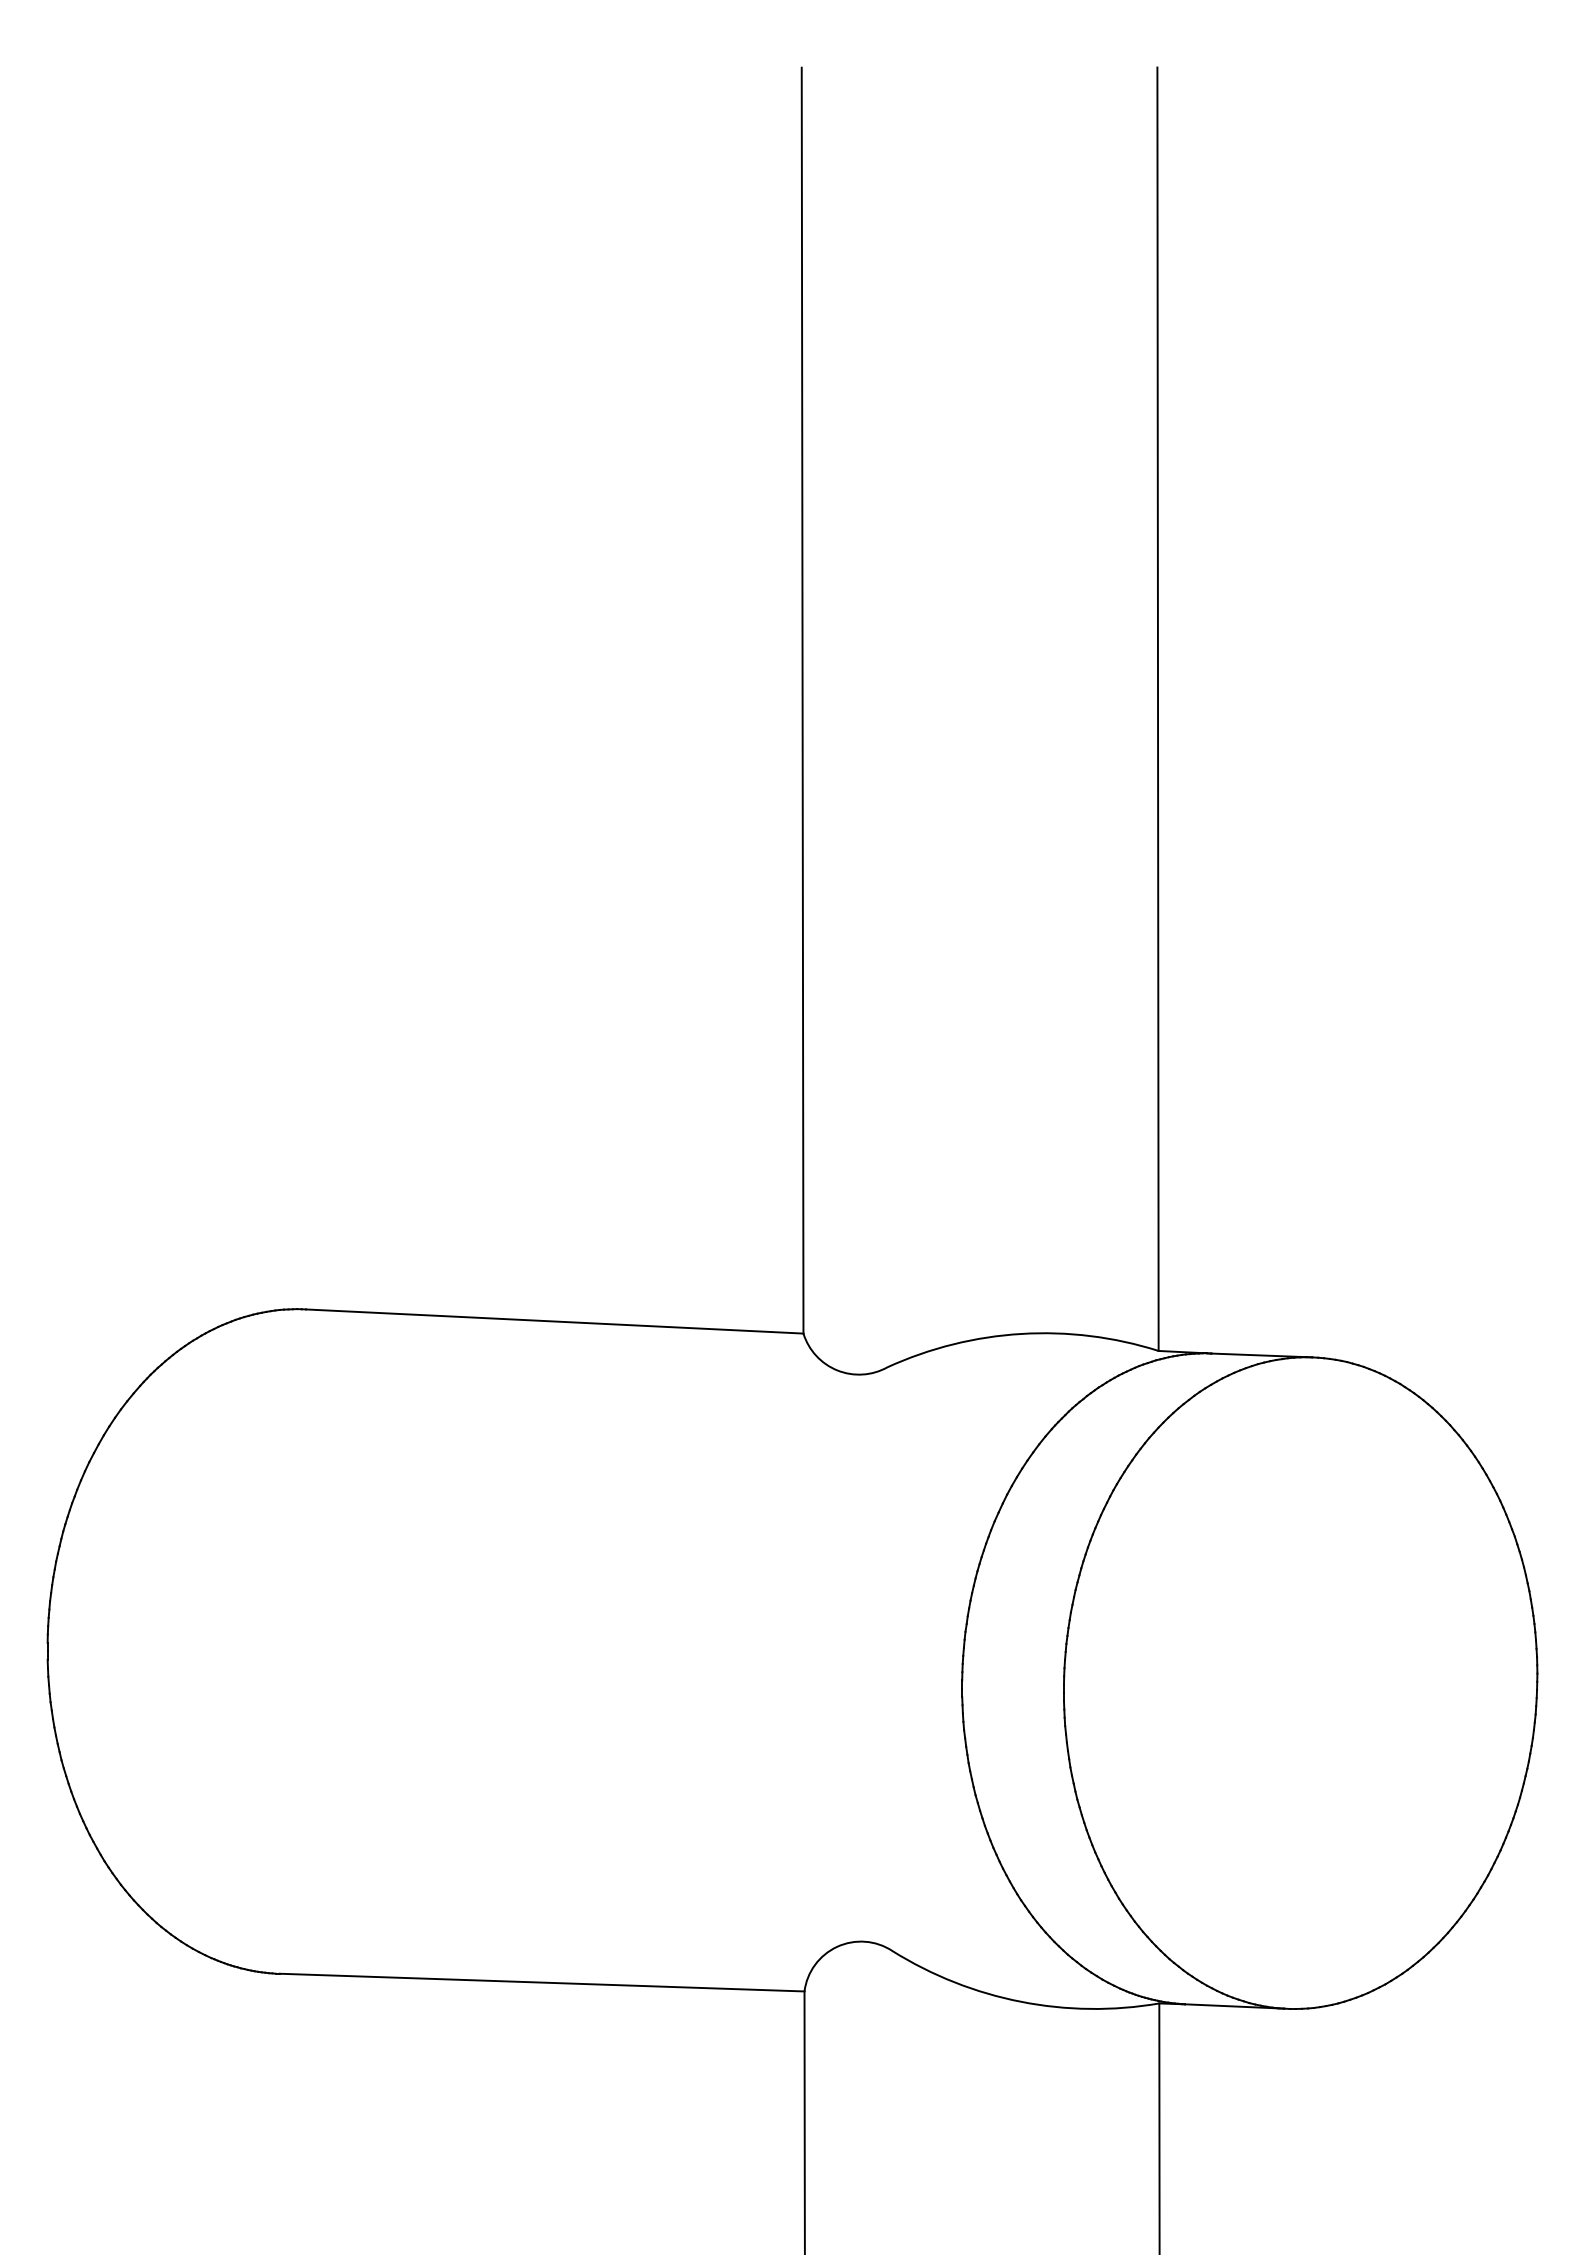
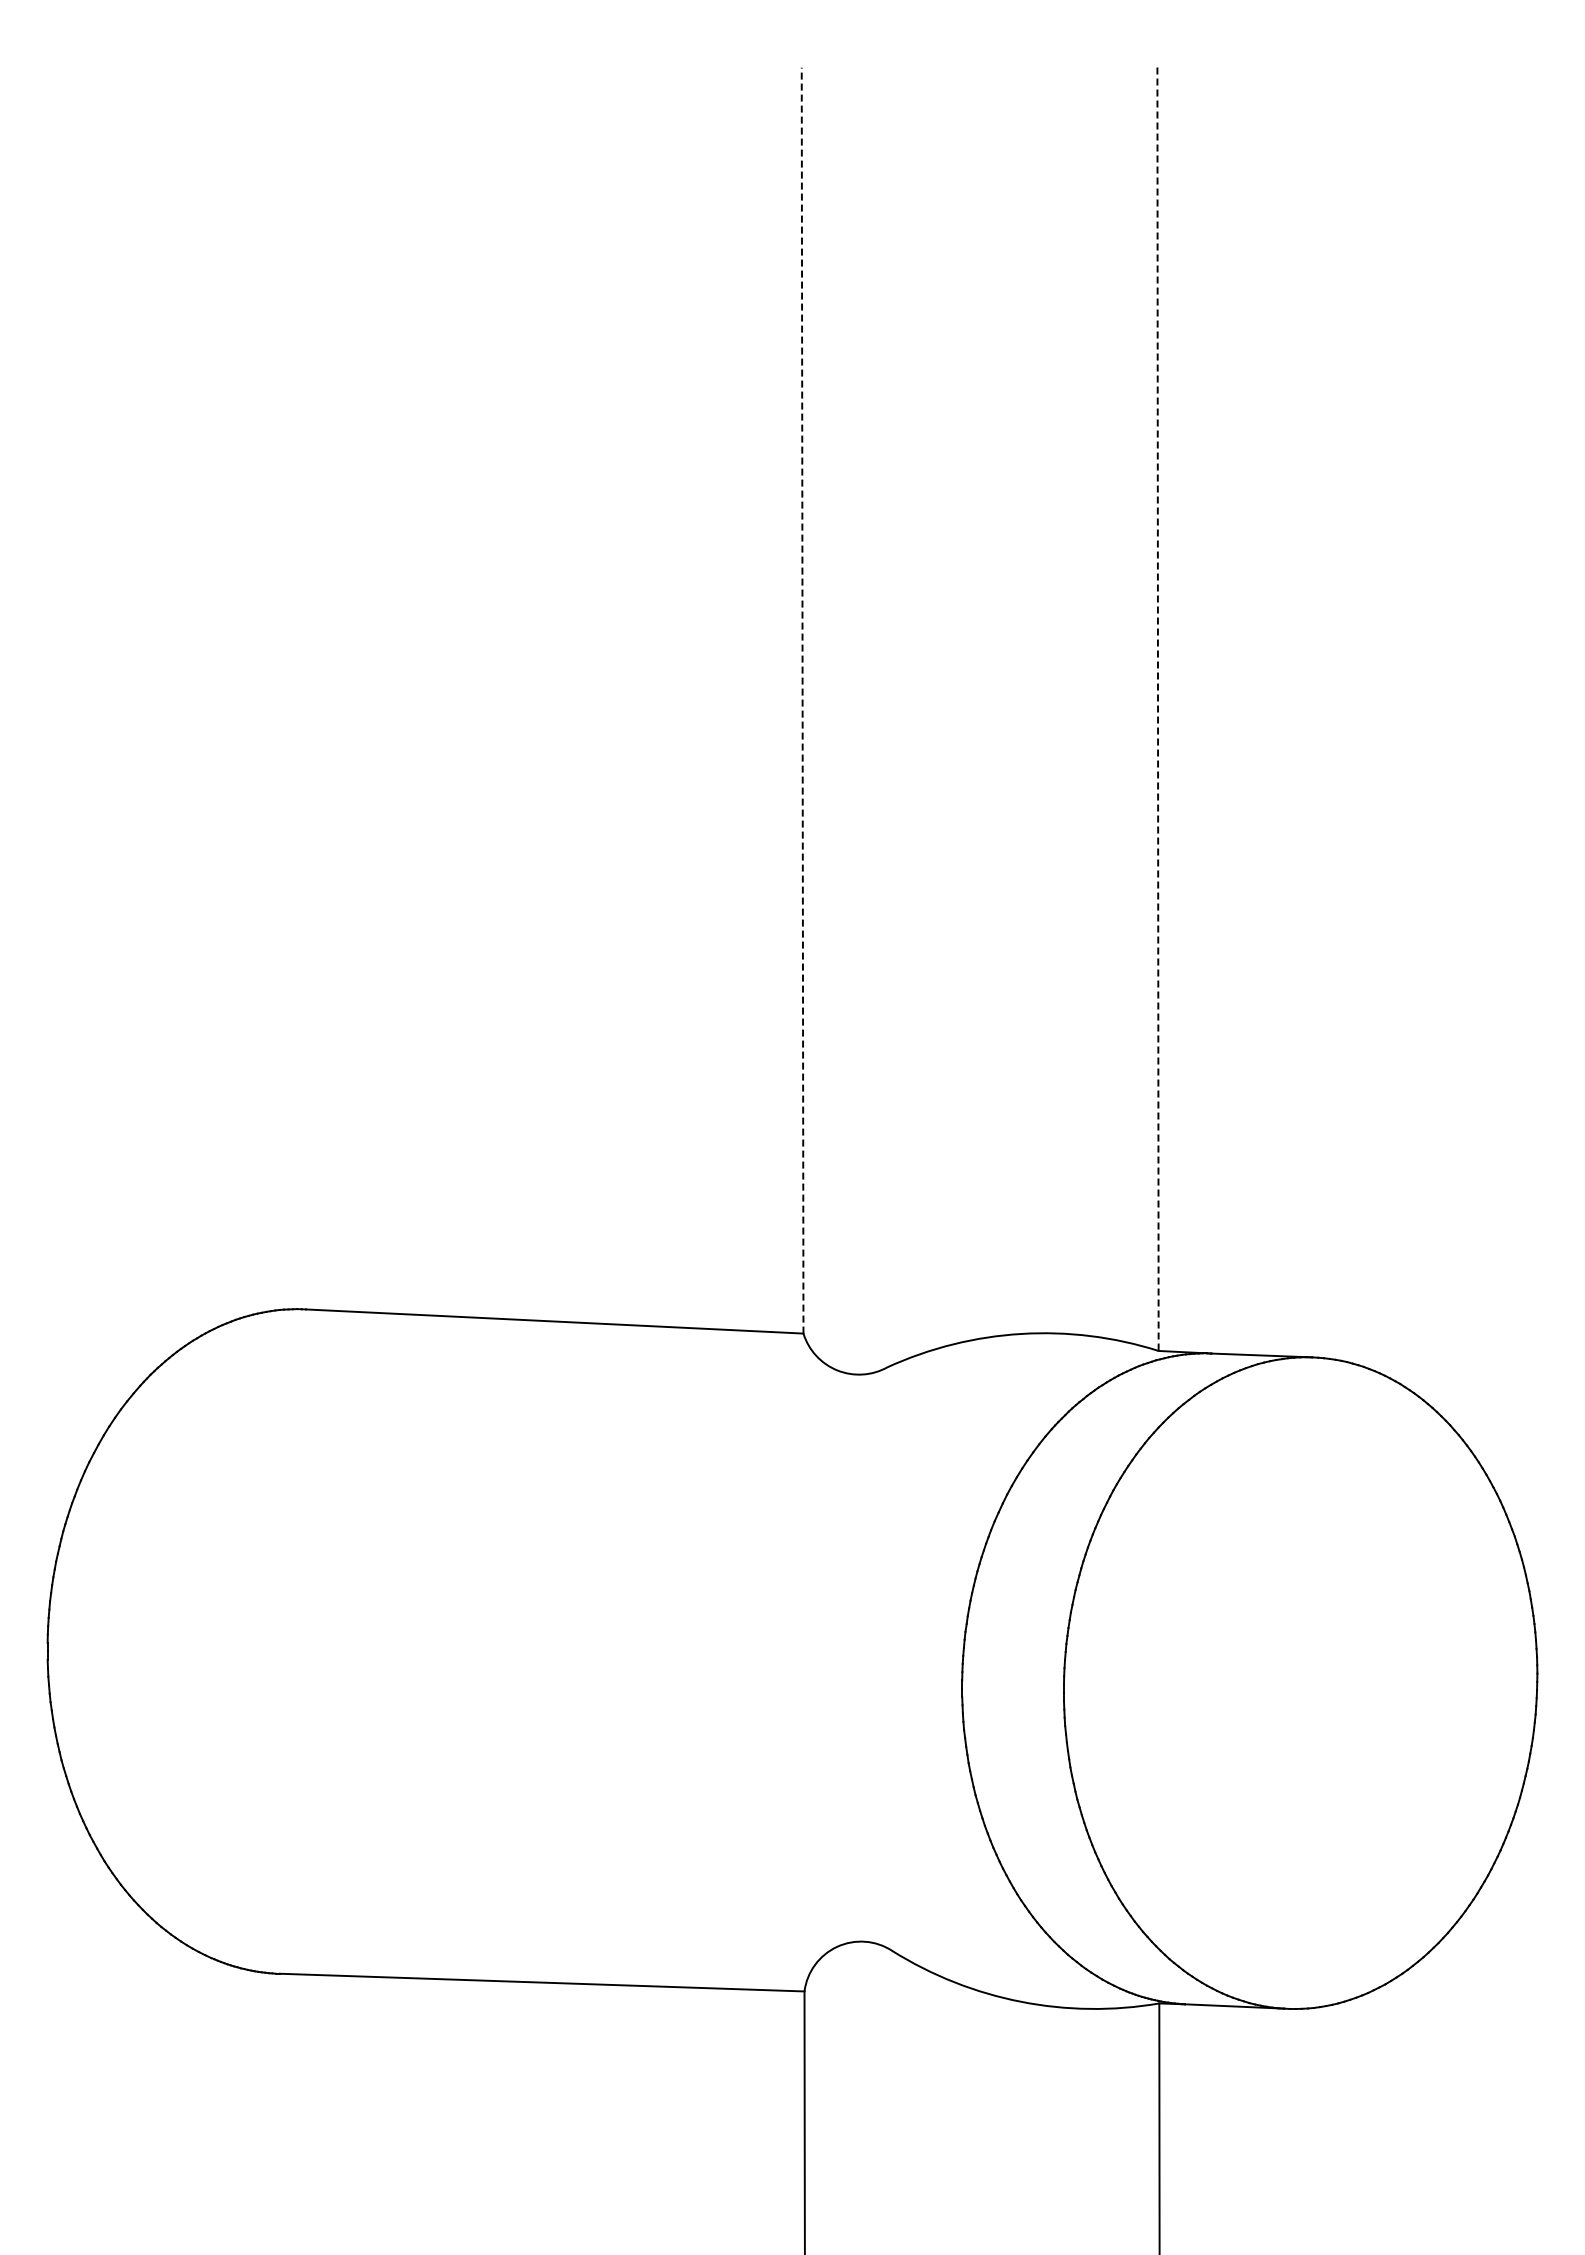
line at (802, 700): solid -> dashed
line at (1158, 709): solid -> dashed
